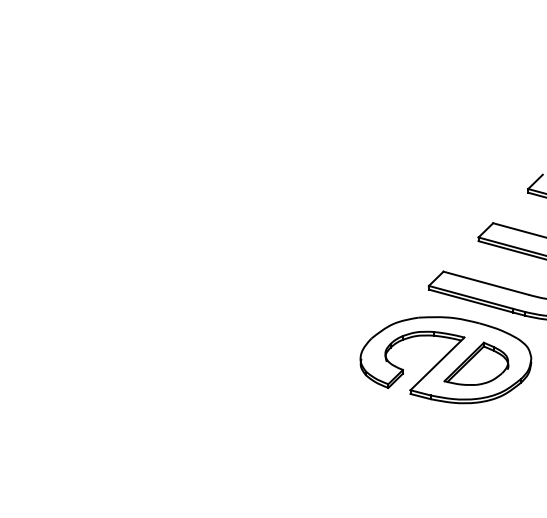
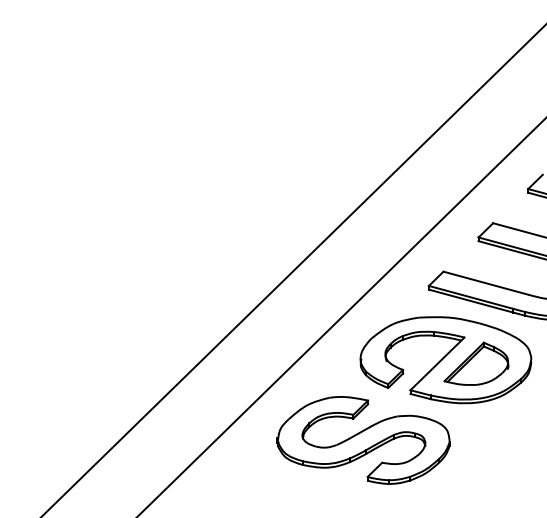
line at (293, 270): none -> present
line at (341, 317): none -> present
part at (363, 440): none -> present
